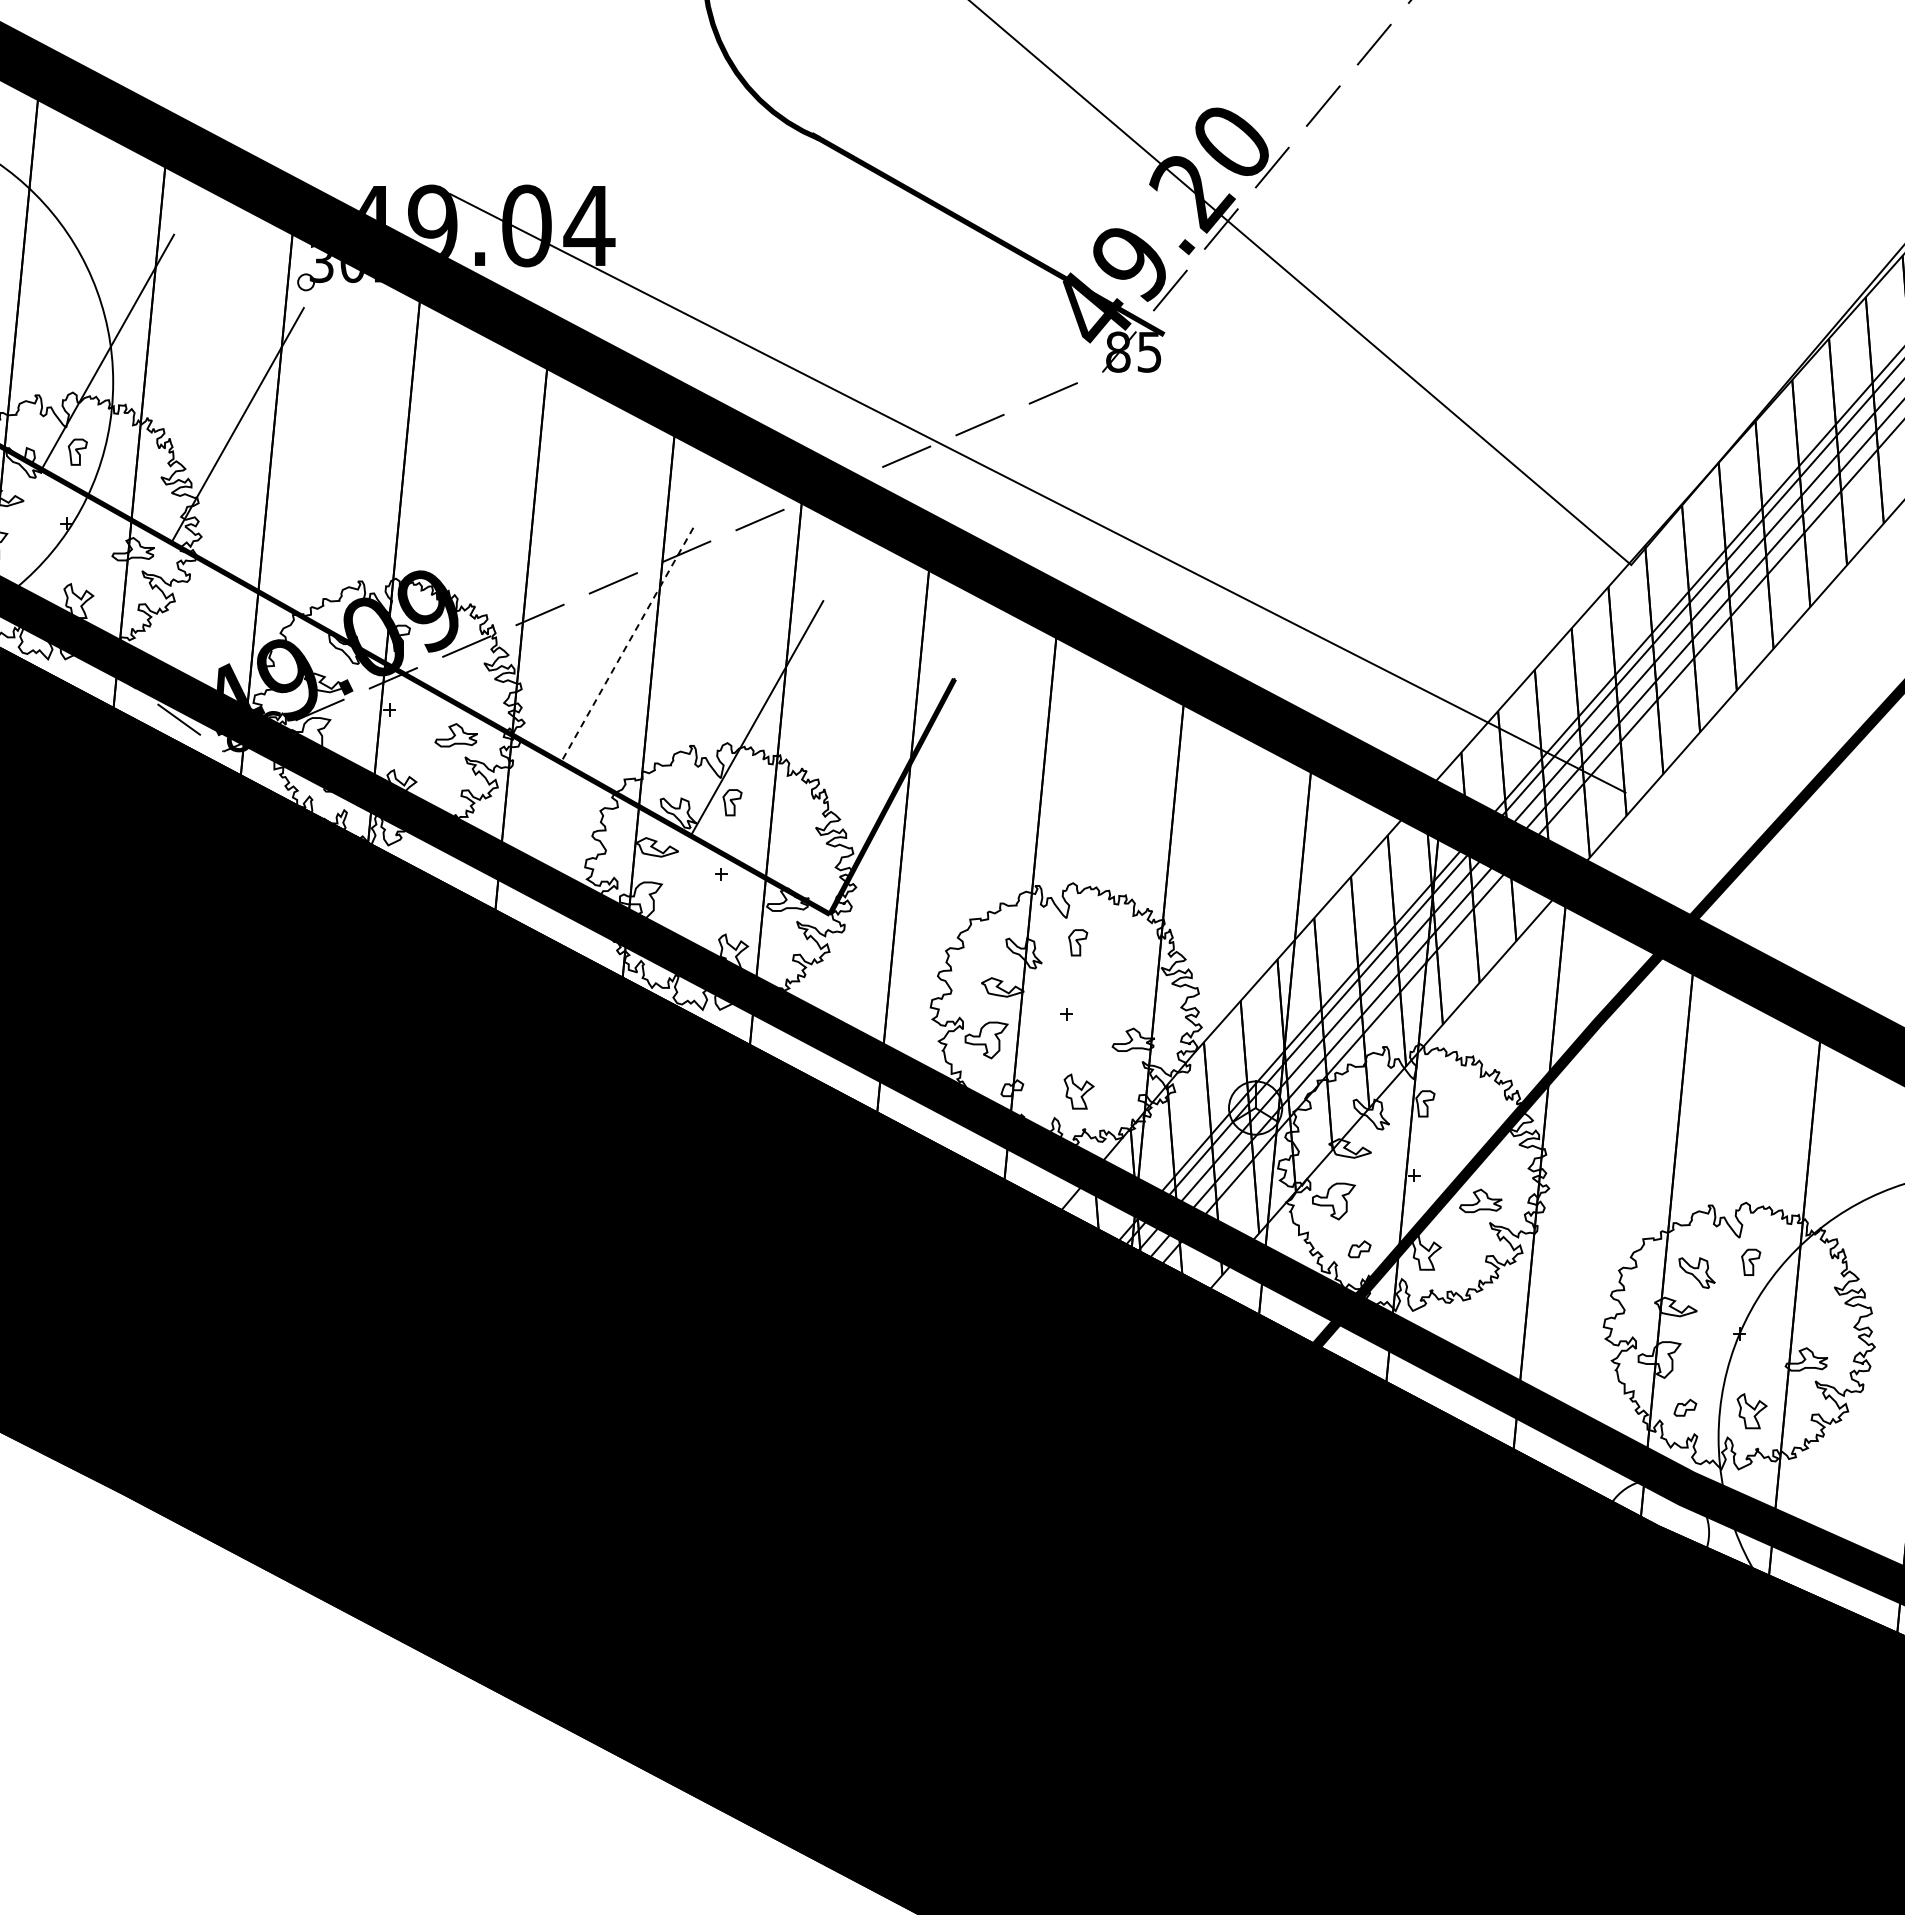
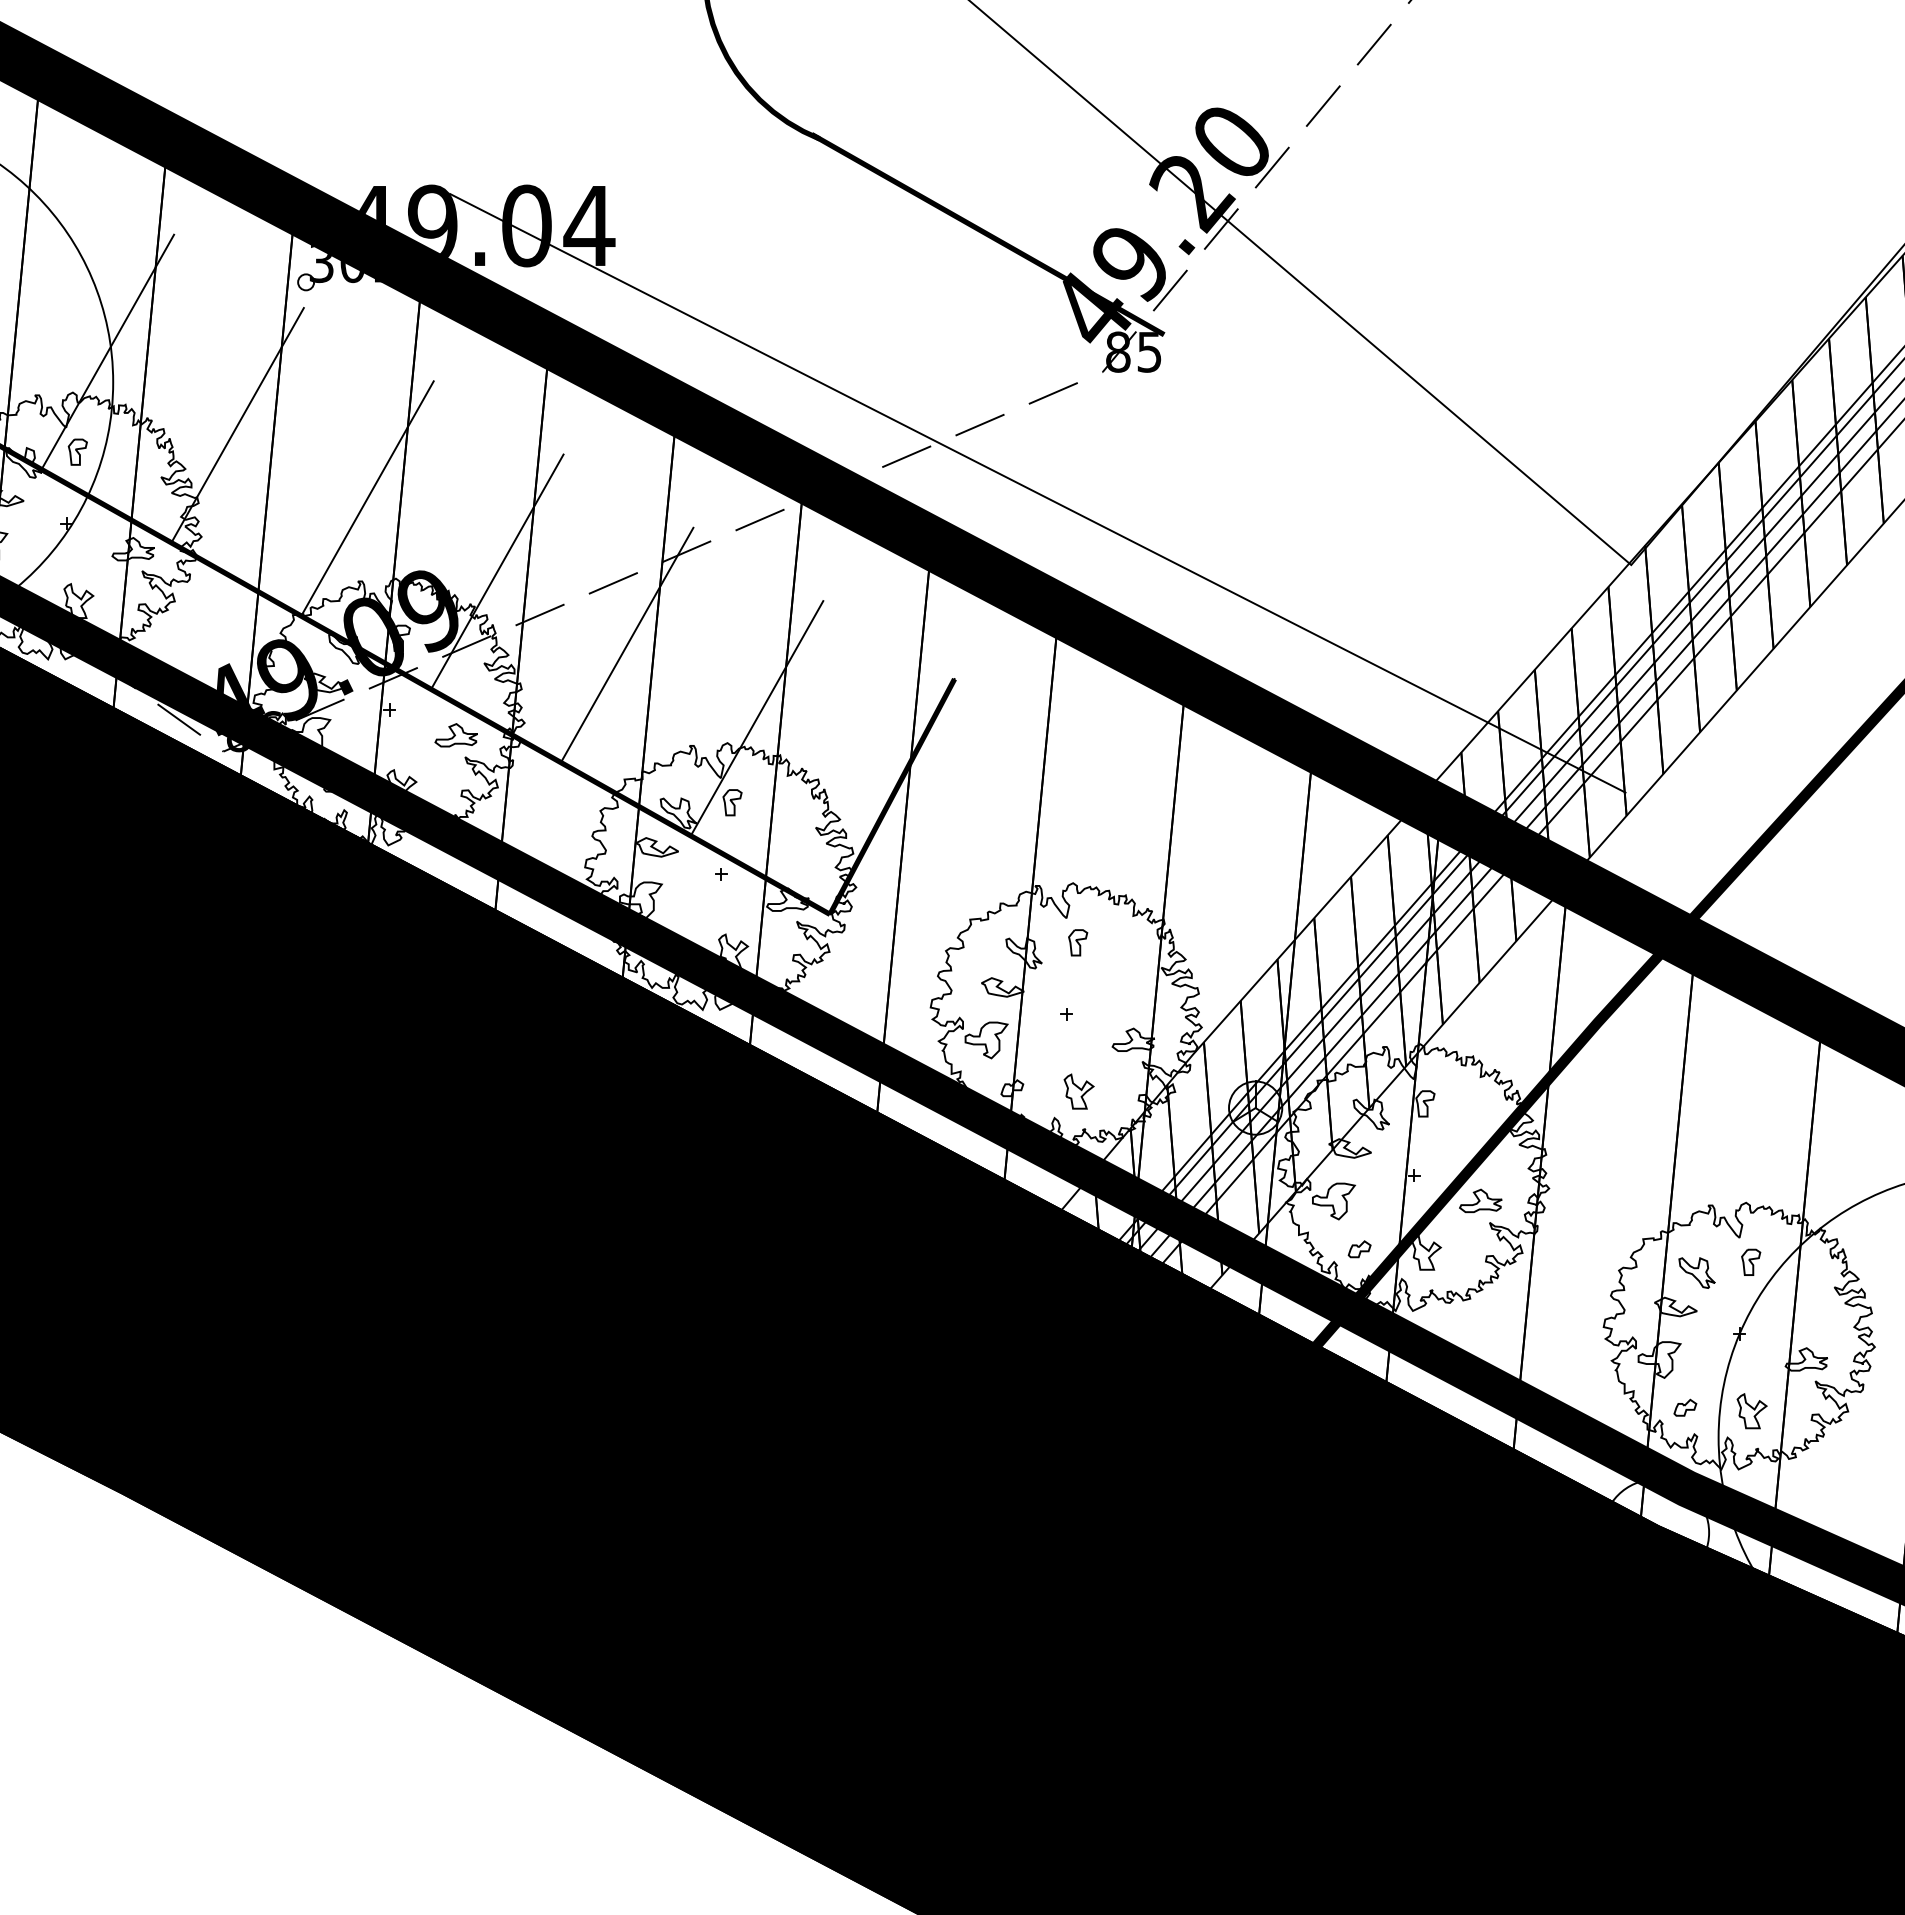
line at (367, 497): none -> present
line at (497, 571): none -> present
line at (627, 645): dashed -> solid
